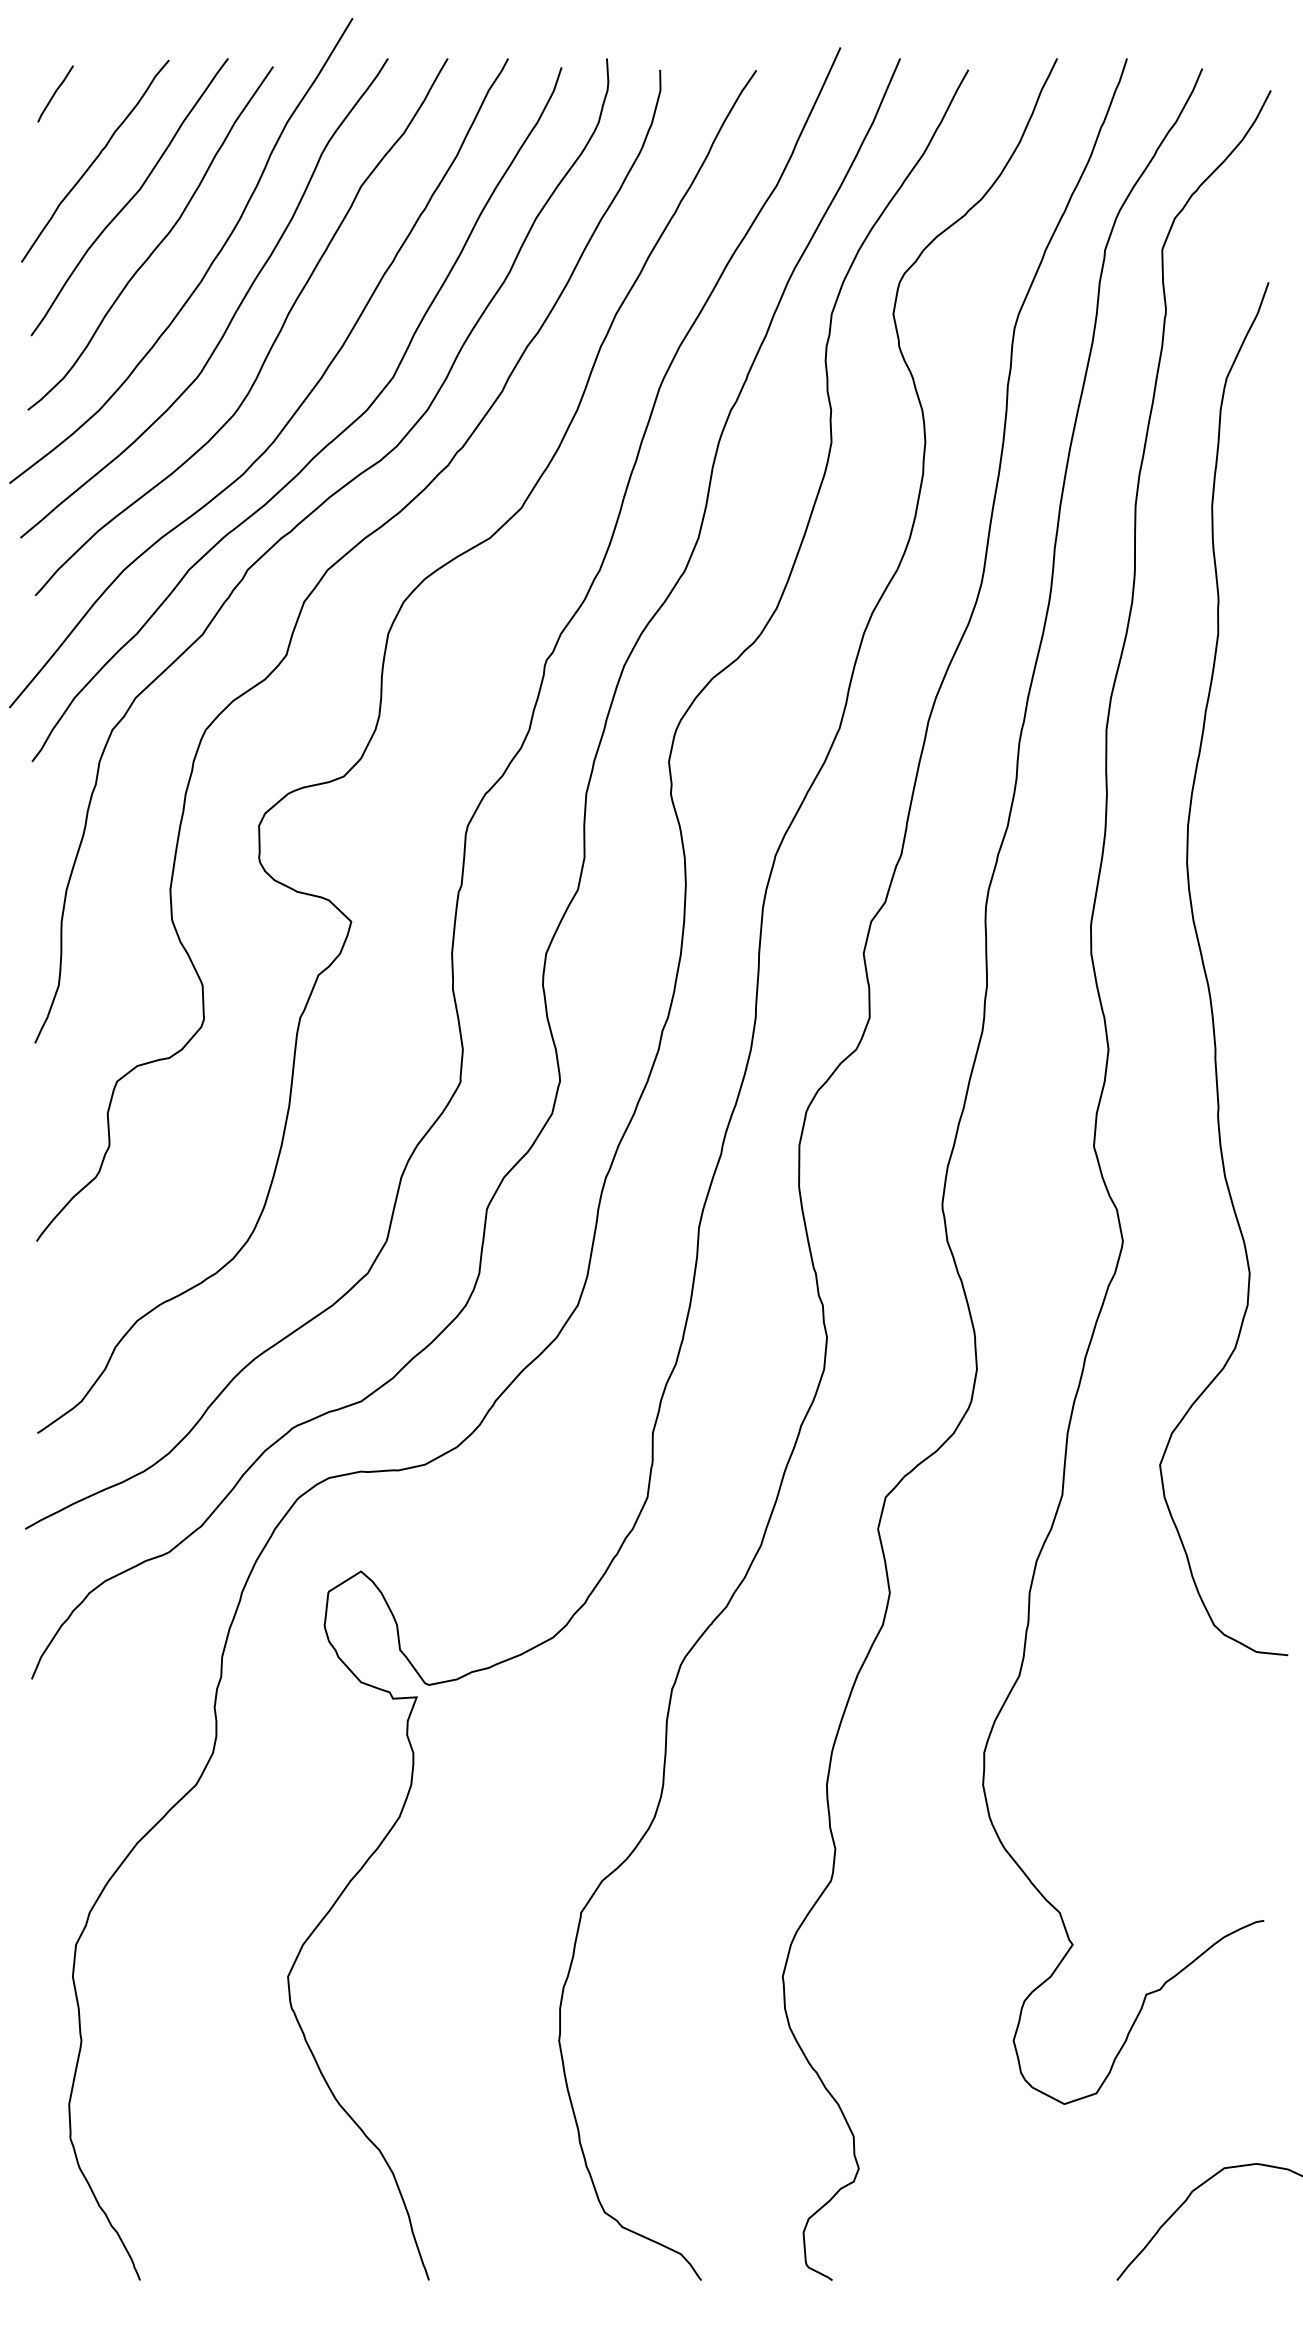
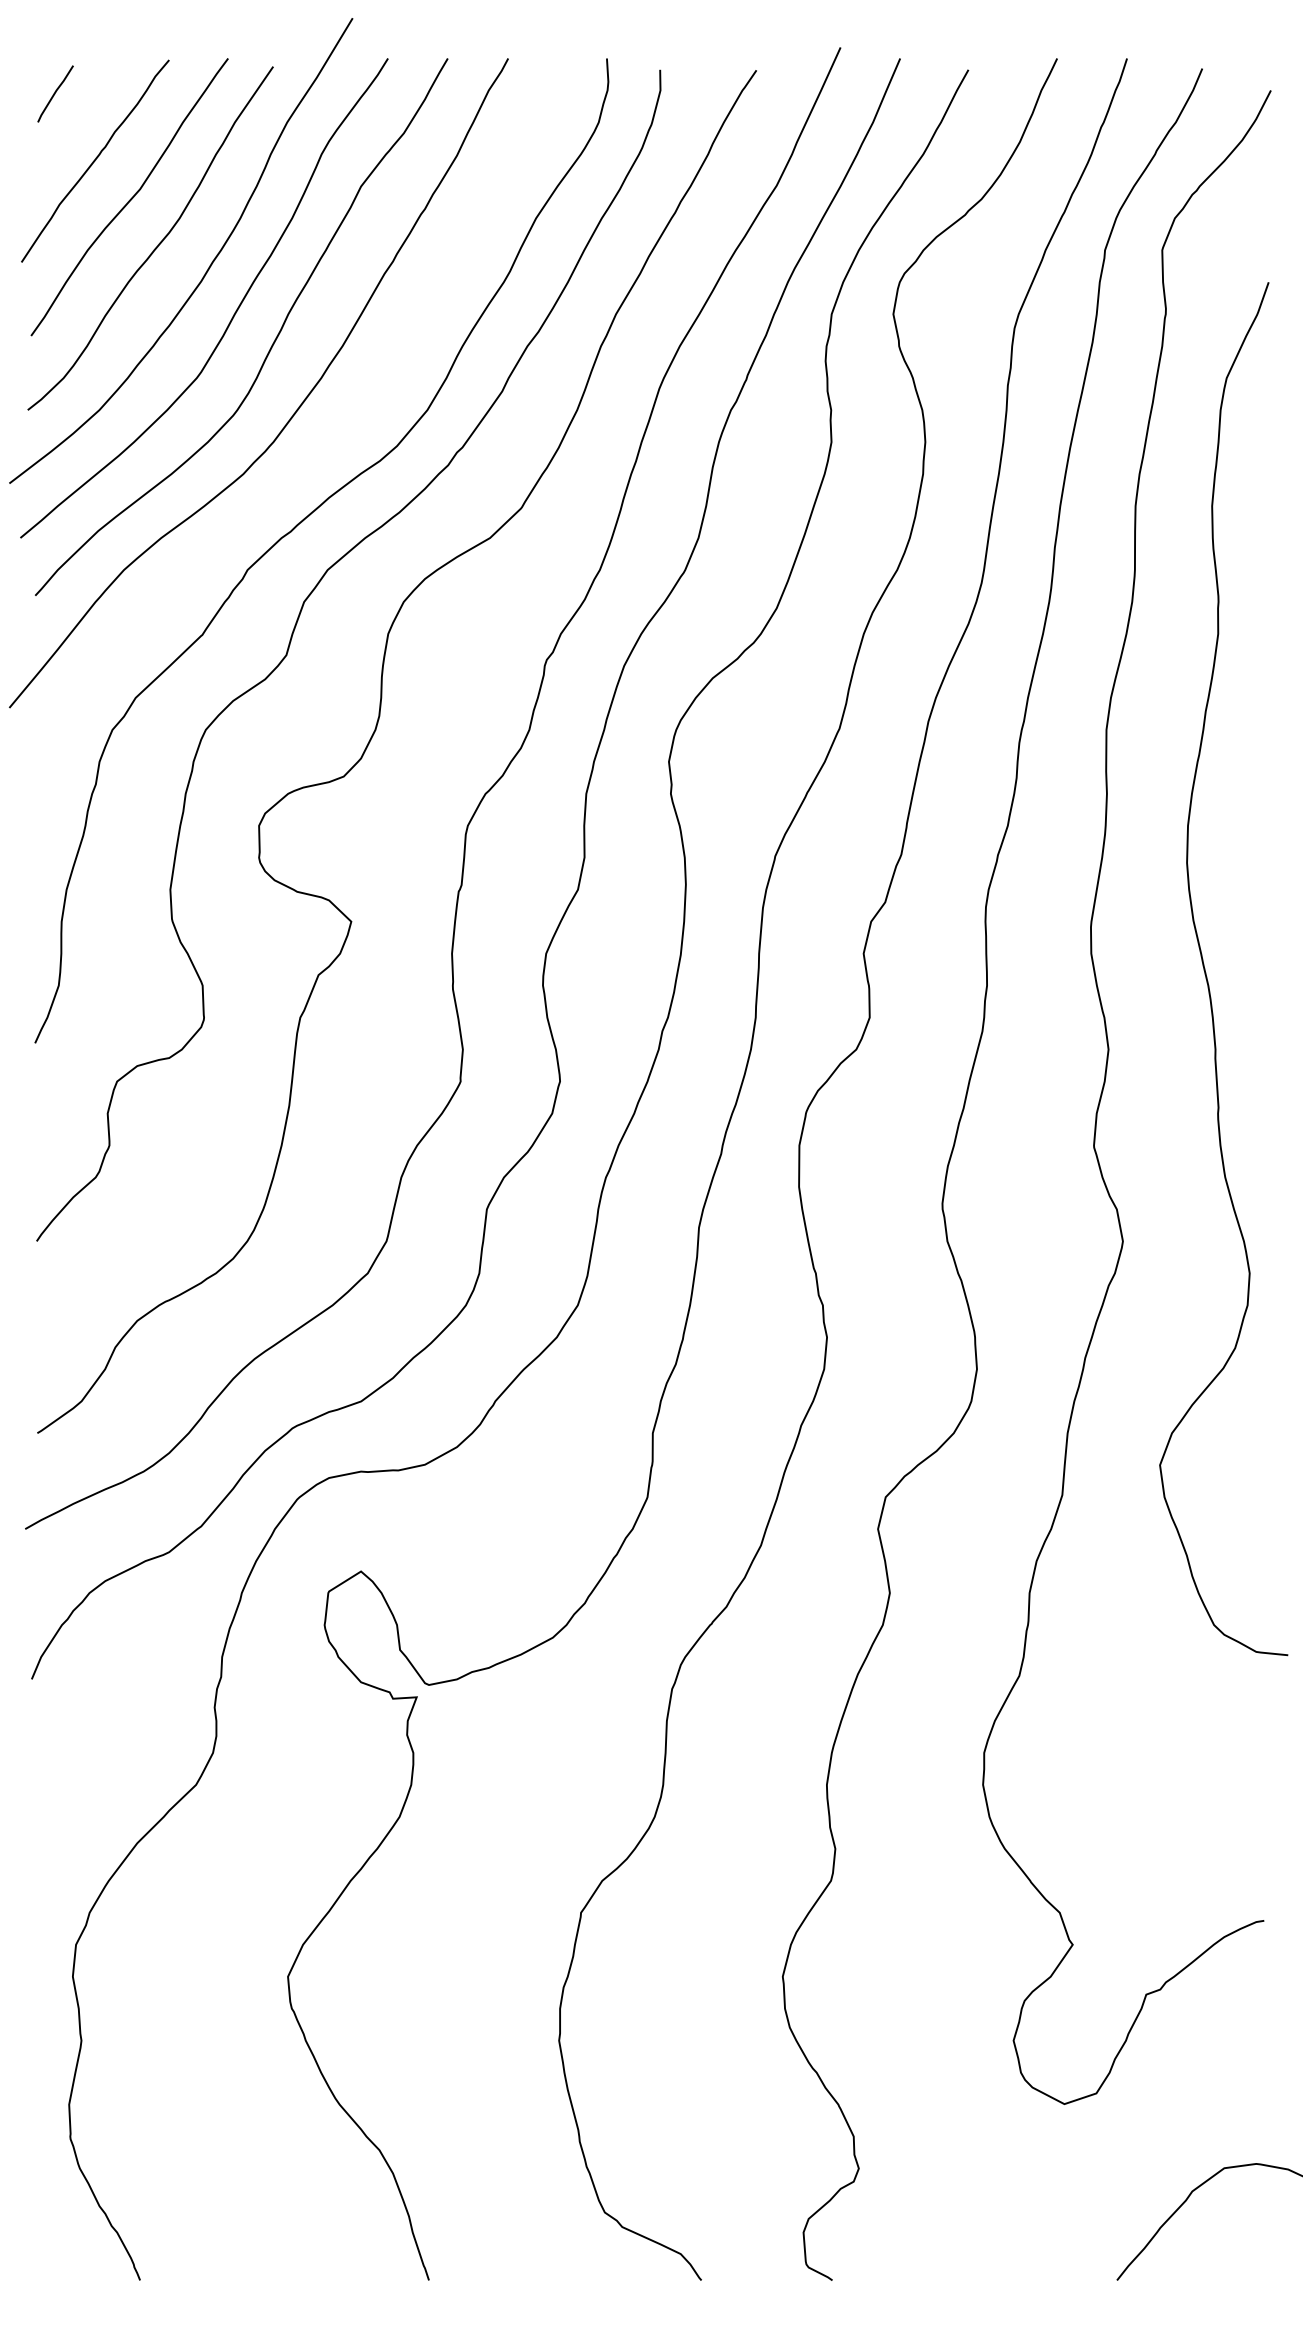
curve at (326, 444): present -> none
